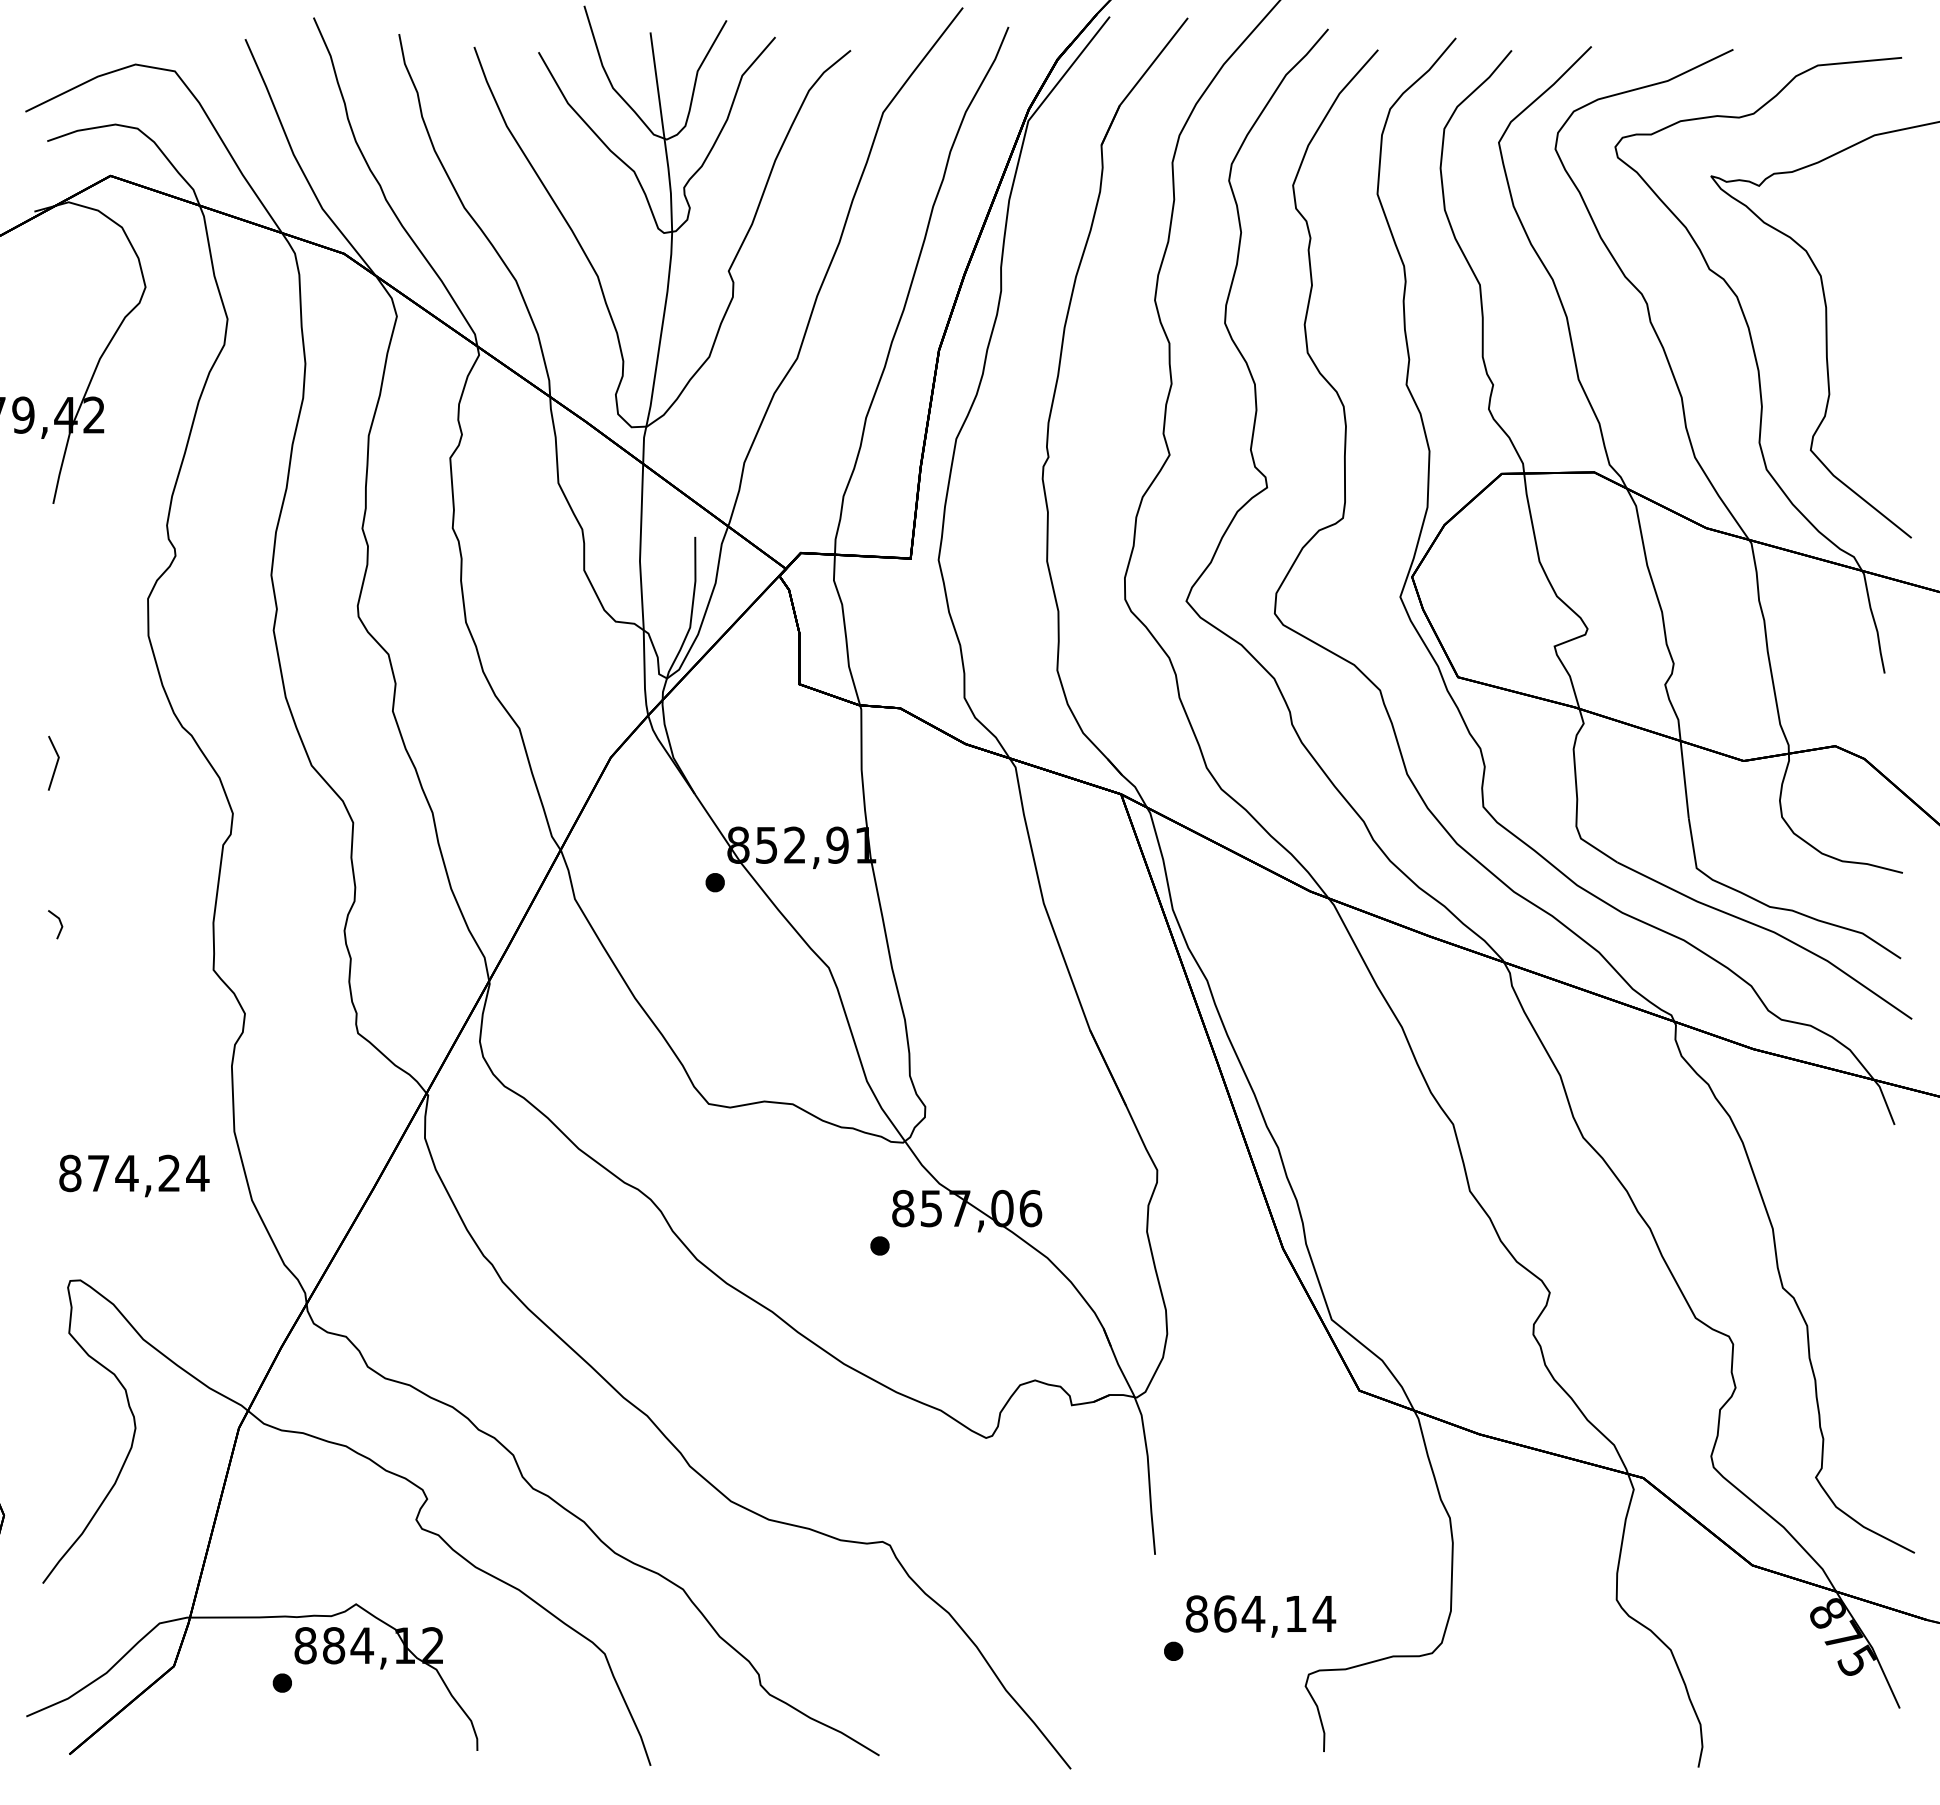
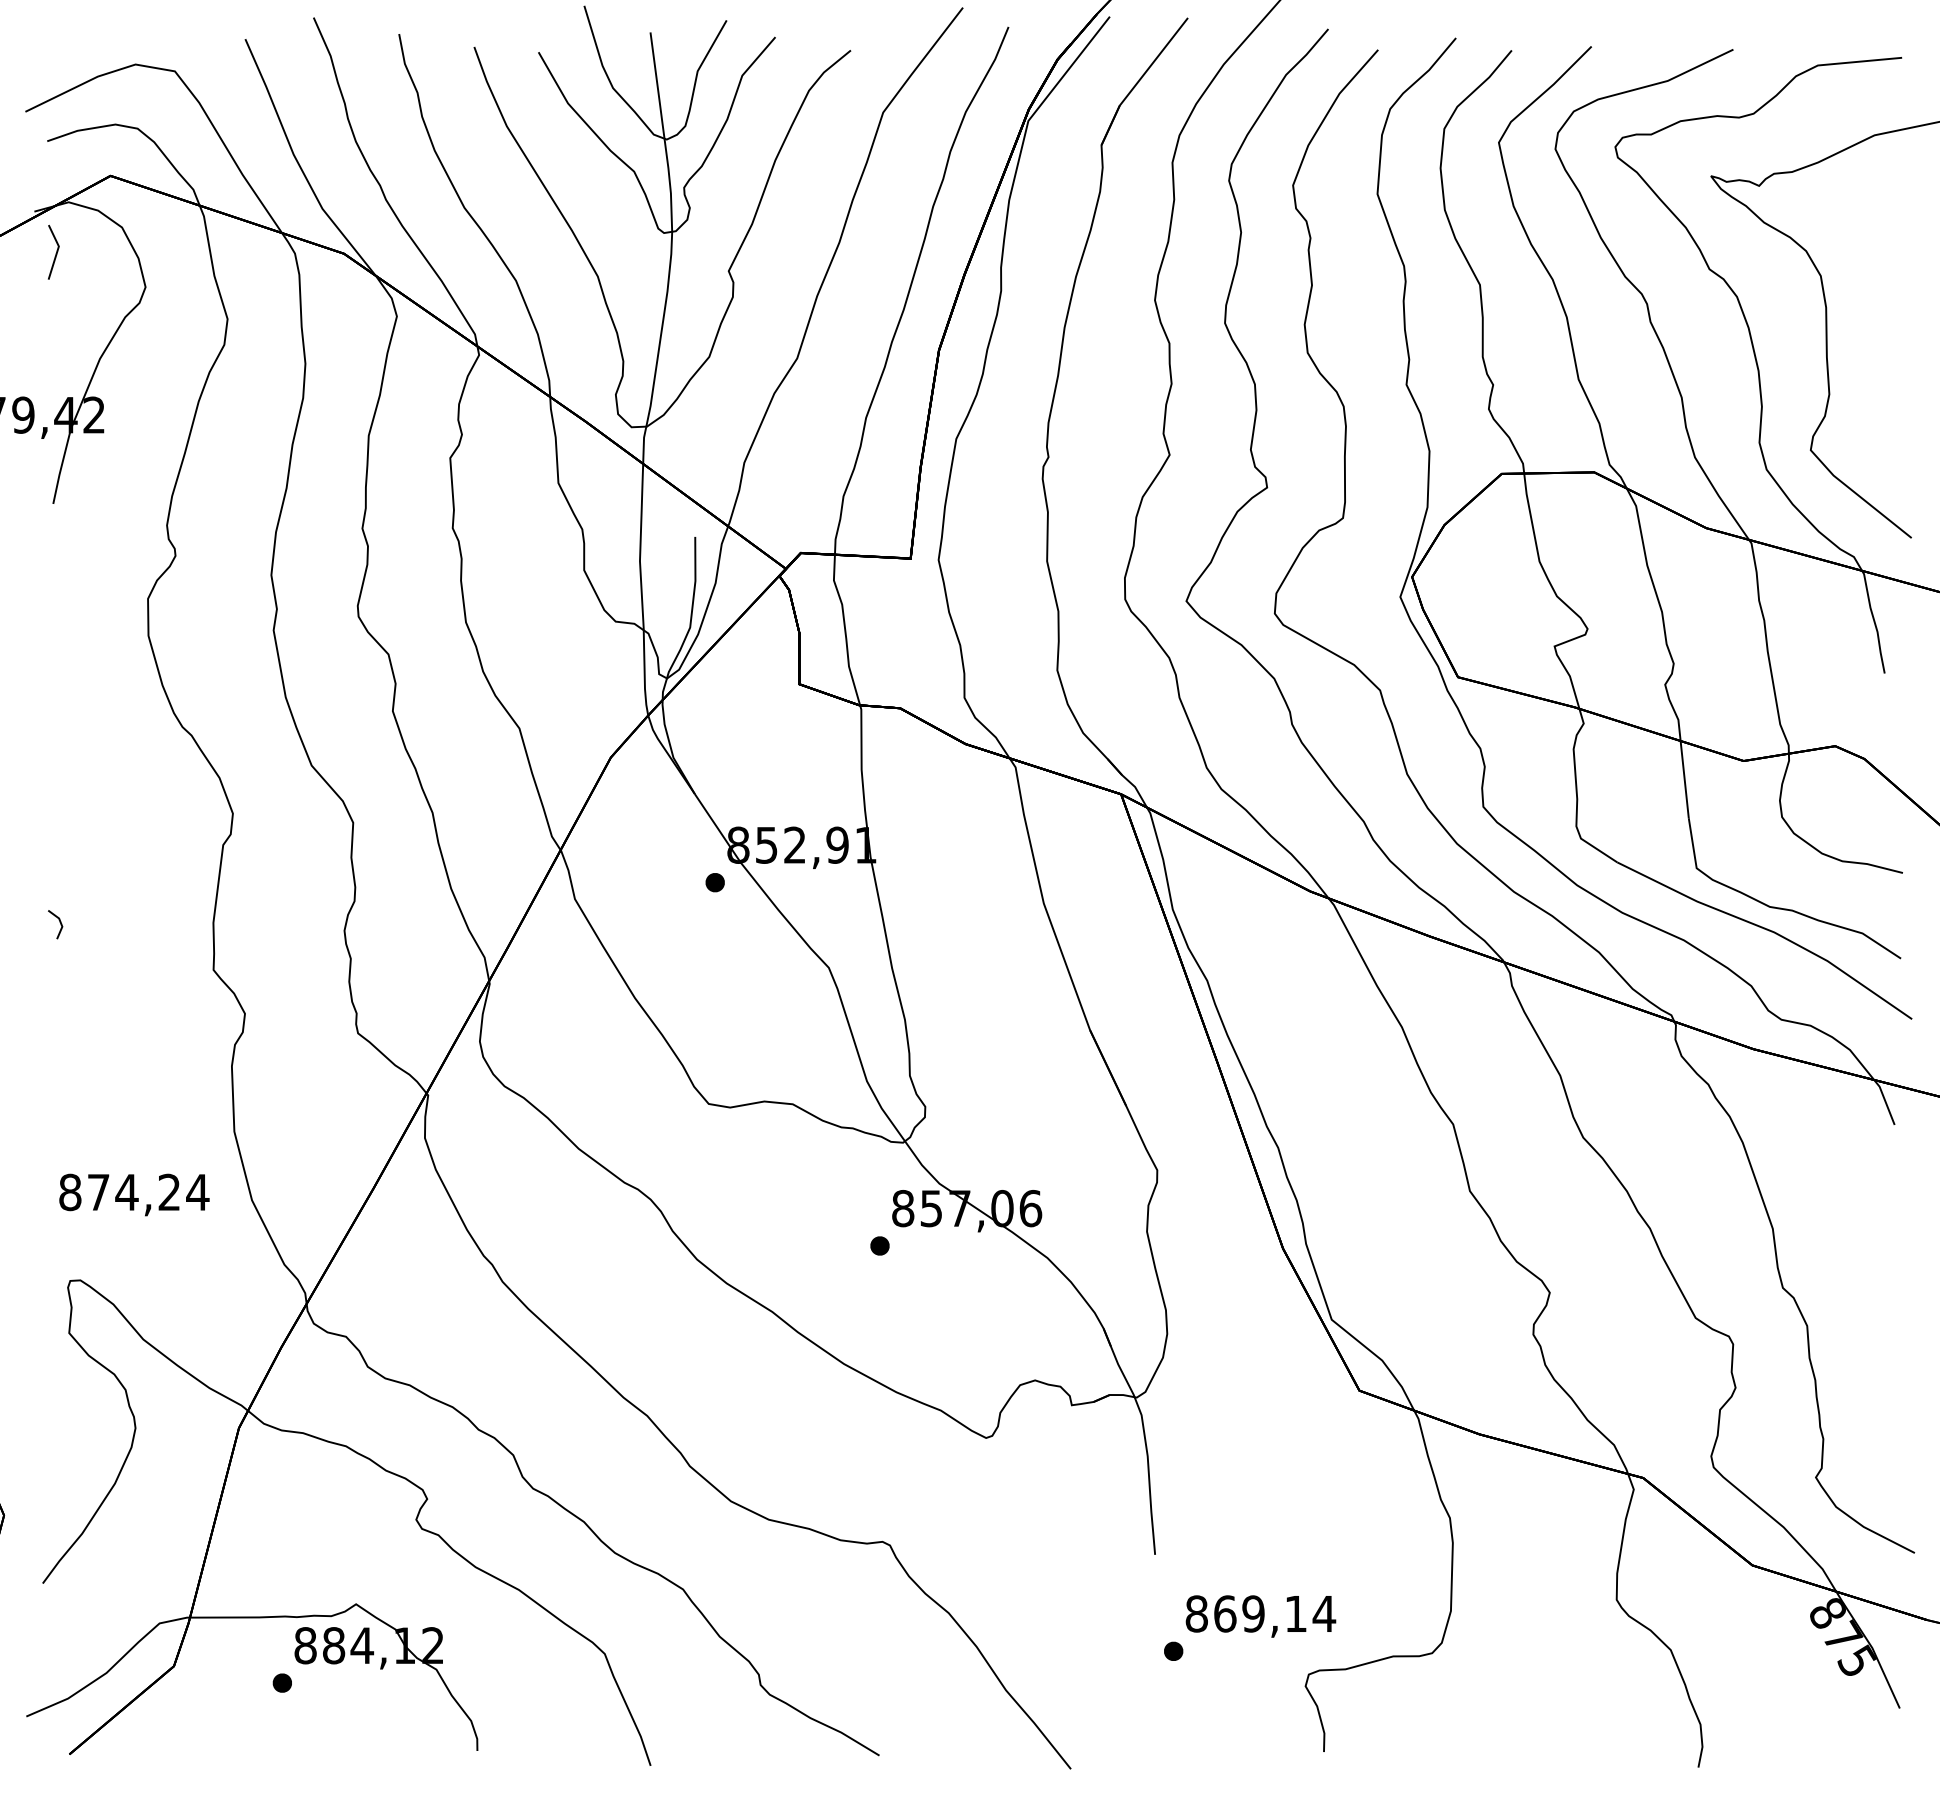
line at (55, 764) position: (55, 764) -> (55, 253)
text at (134, 1175) position: (134, 1175) -> (134, 1194)
text at (1253, 1613): 864,14 -> 869,14
